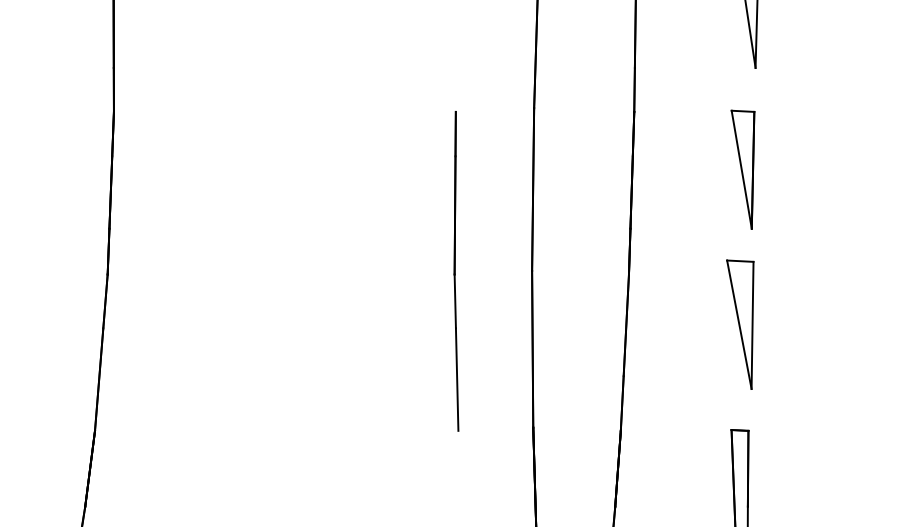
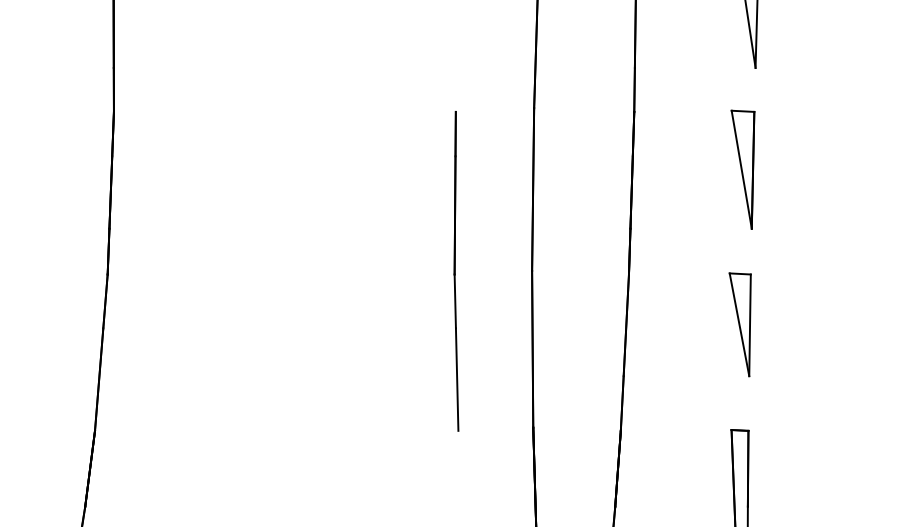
part at (740, 324) size: 29x131 px -> 24x106 px
